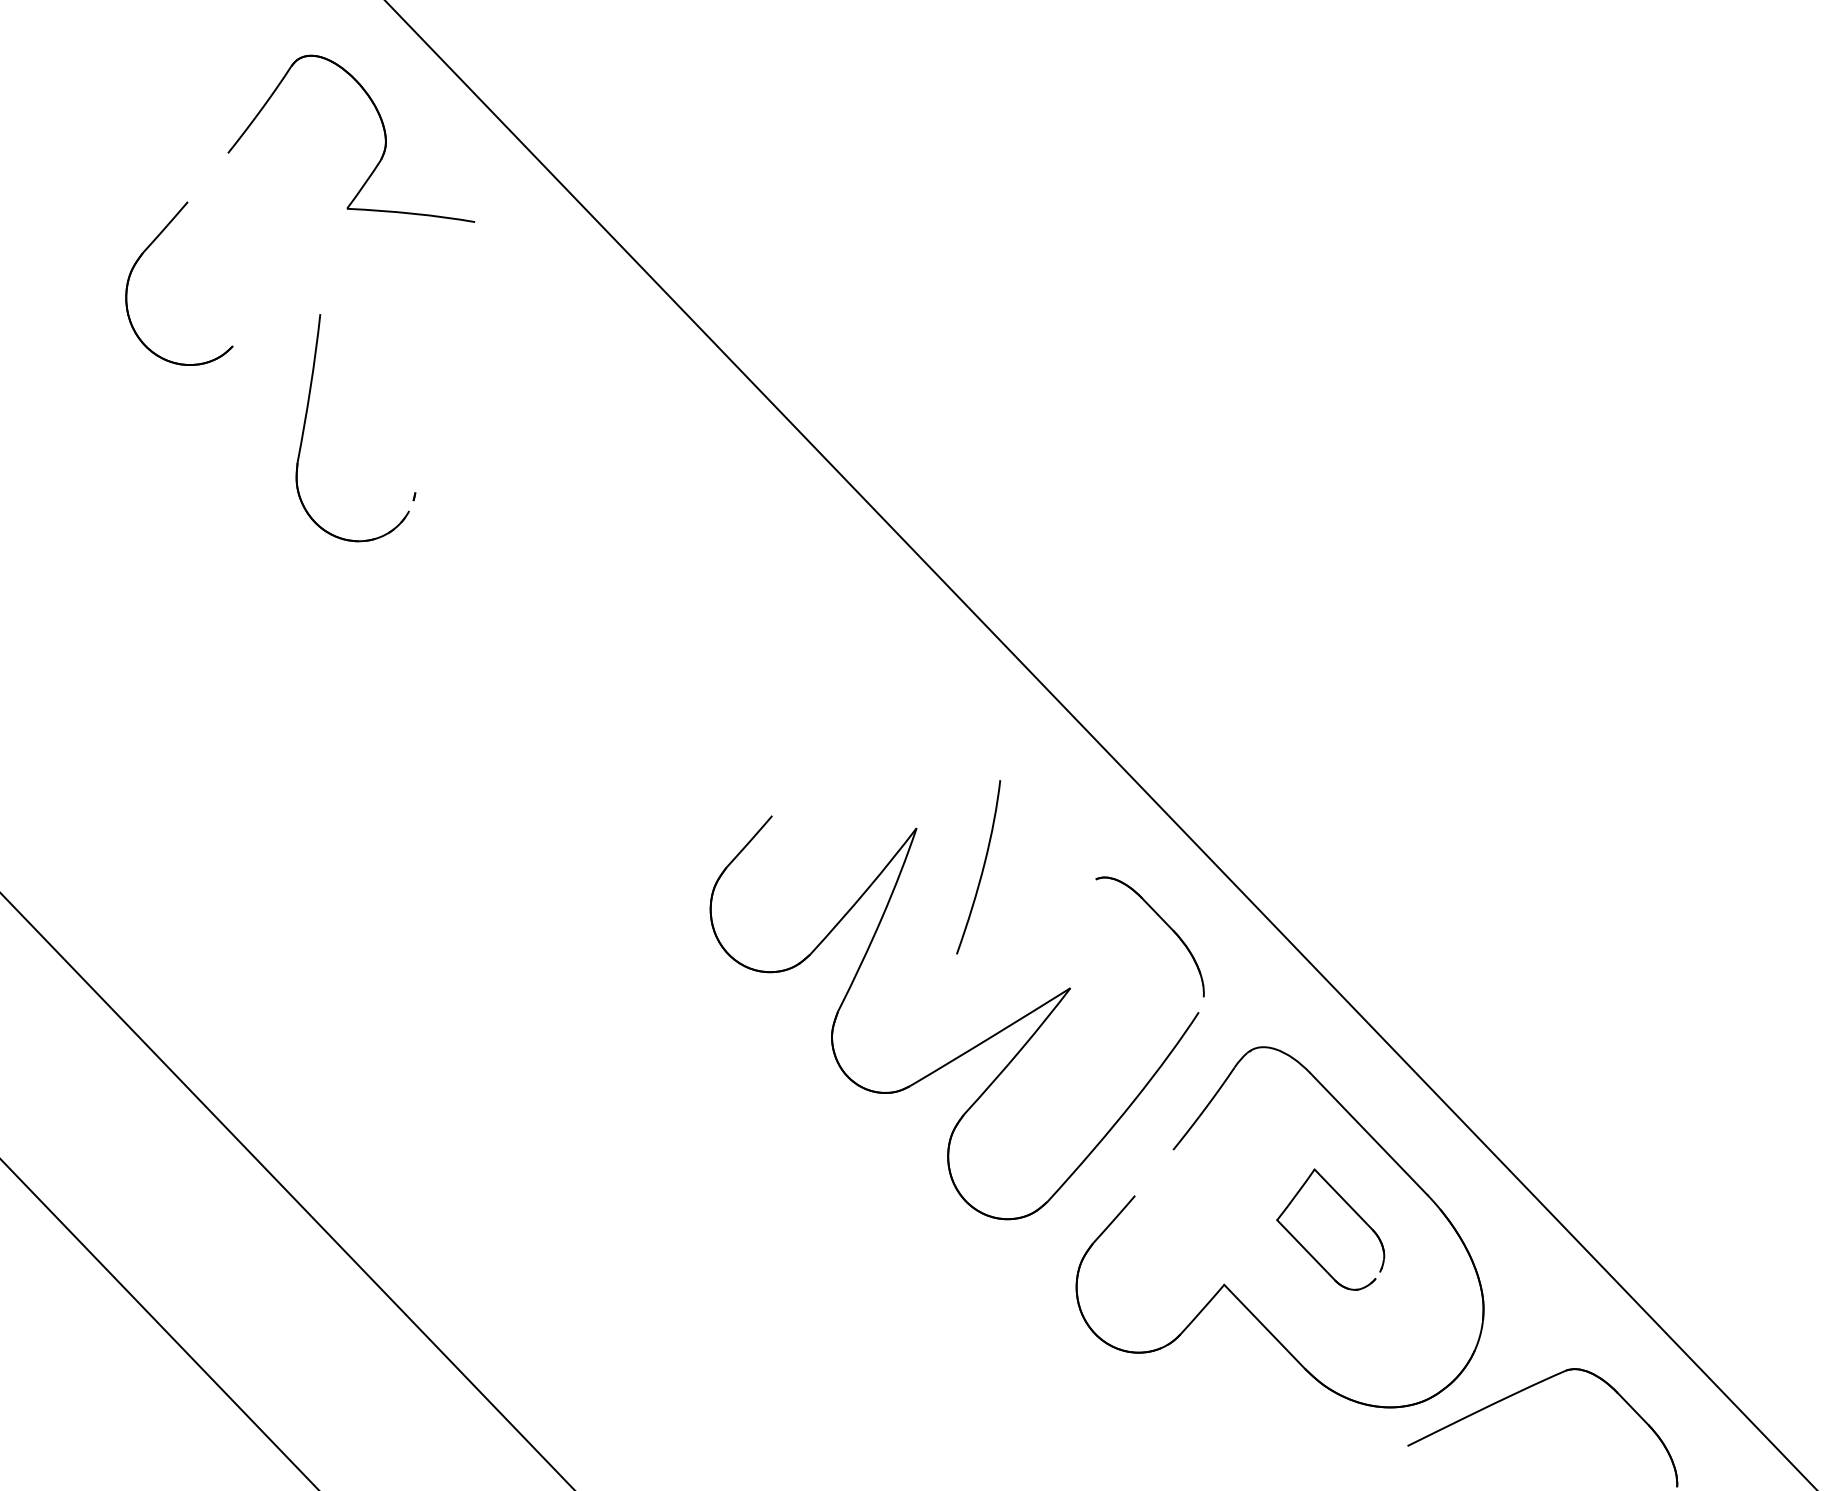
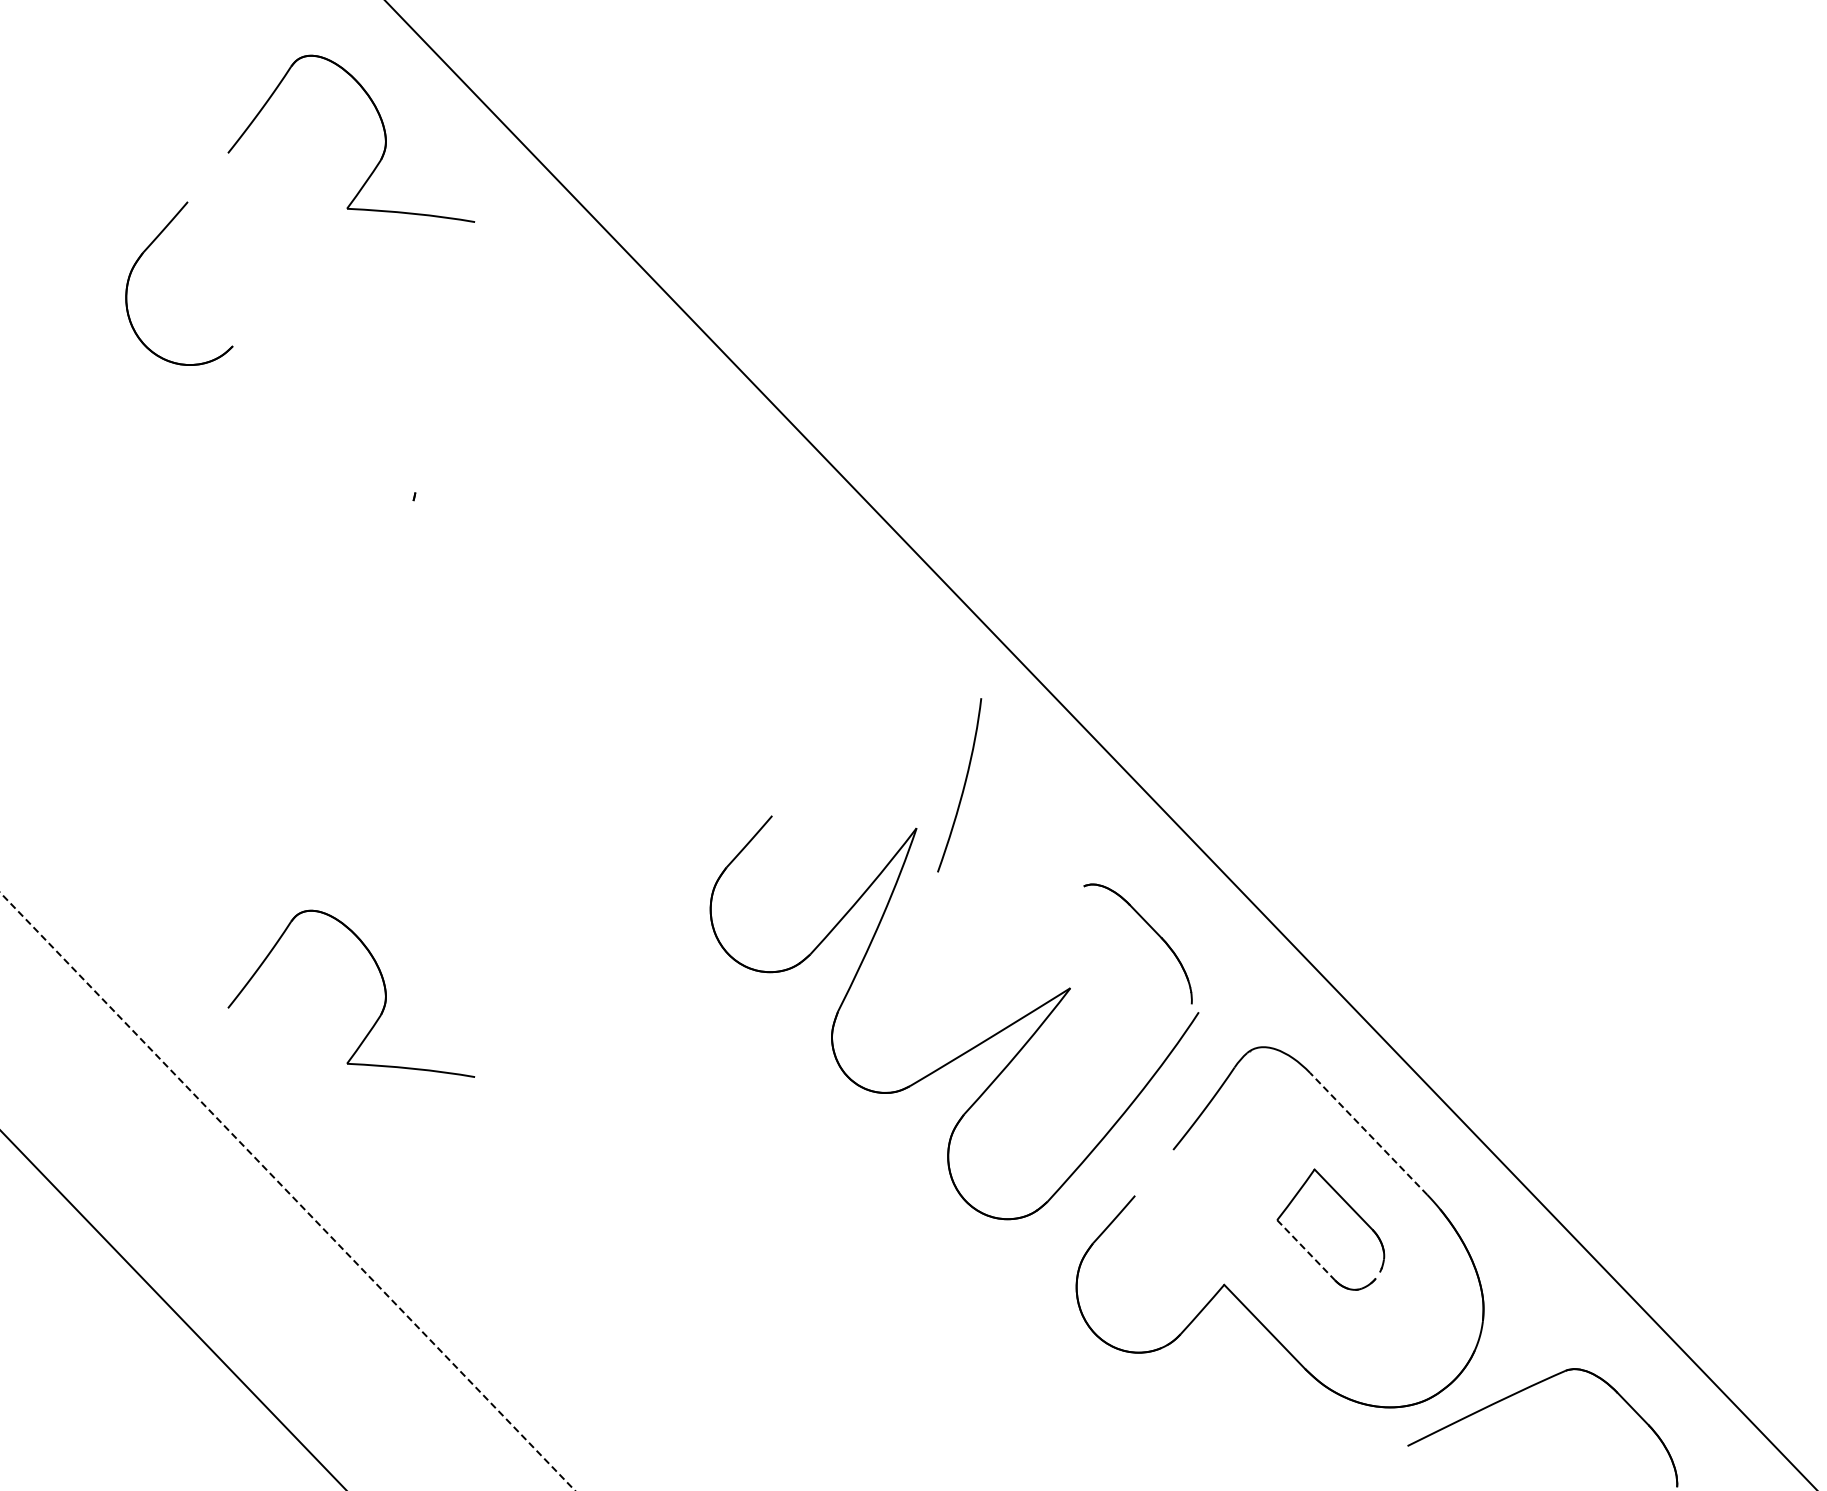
part at (306, 420): present -> none
curve at (982, 867) position: (982, 867) -> (963, 785)
part at (1166, 925) position: (1166, 925) -> (1154, 932)
part at (383, 986): none -> present
line at (1368, 1133): solid -> dashed
line at (287, 1191): solid -> dashed
line at (1306, 1250): solid -> dashed
line at (159, 1323) position: (159, 1323) -> (173, 1309)
